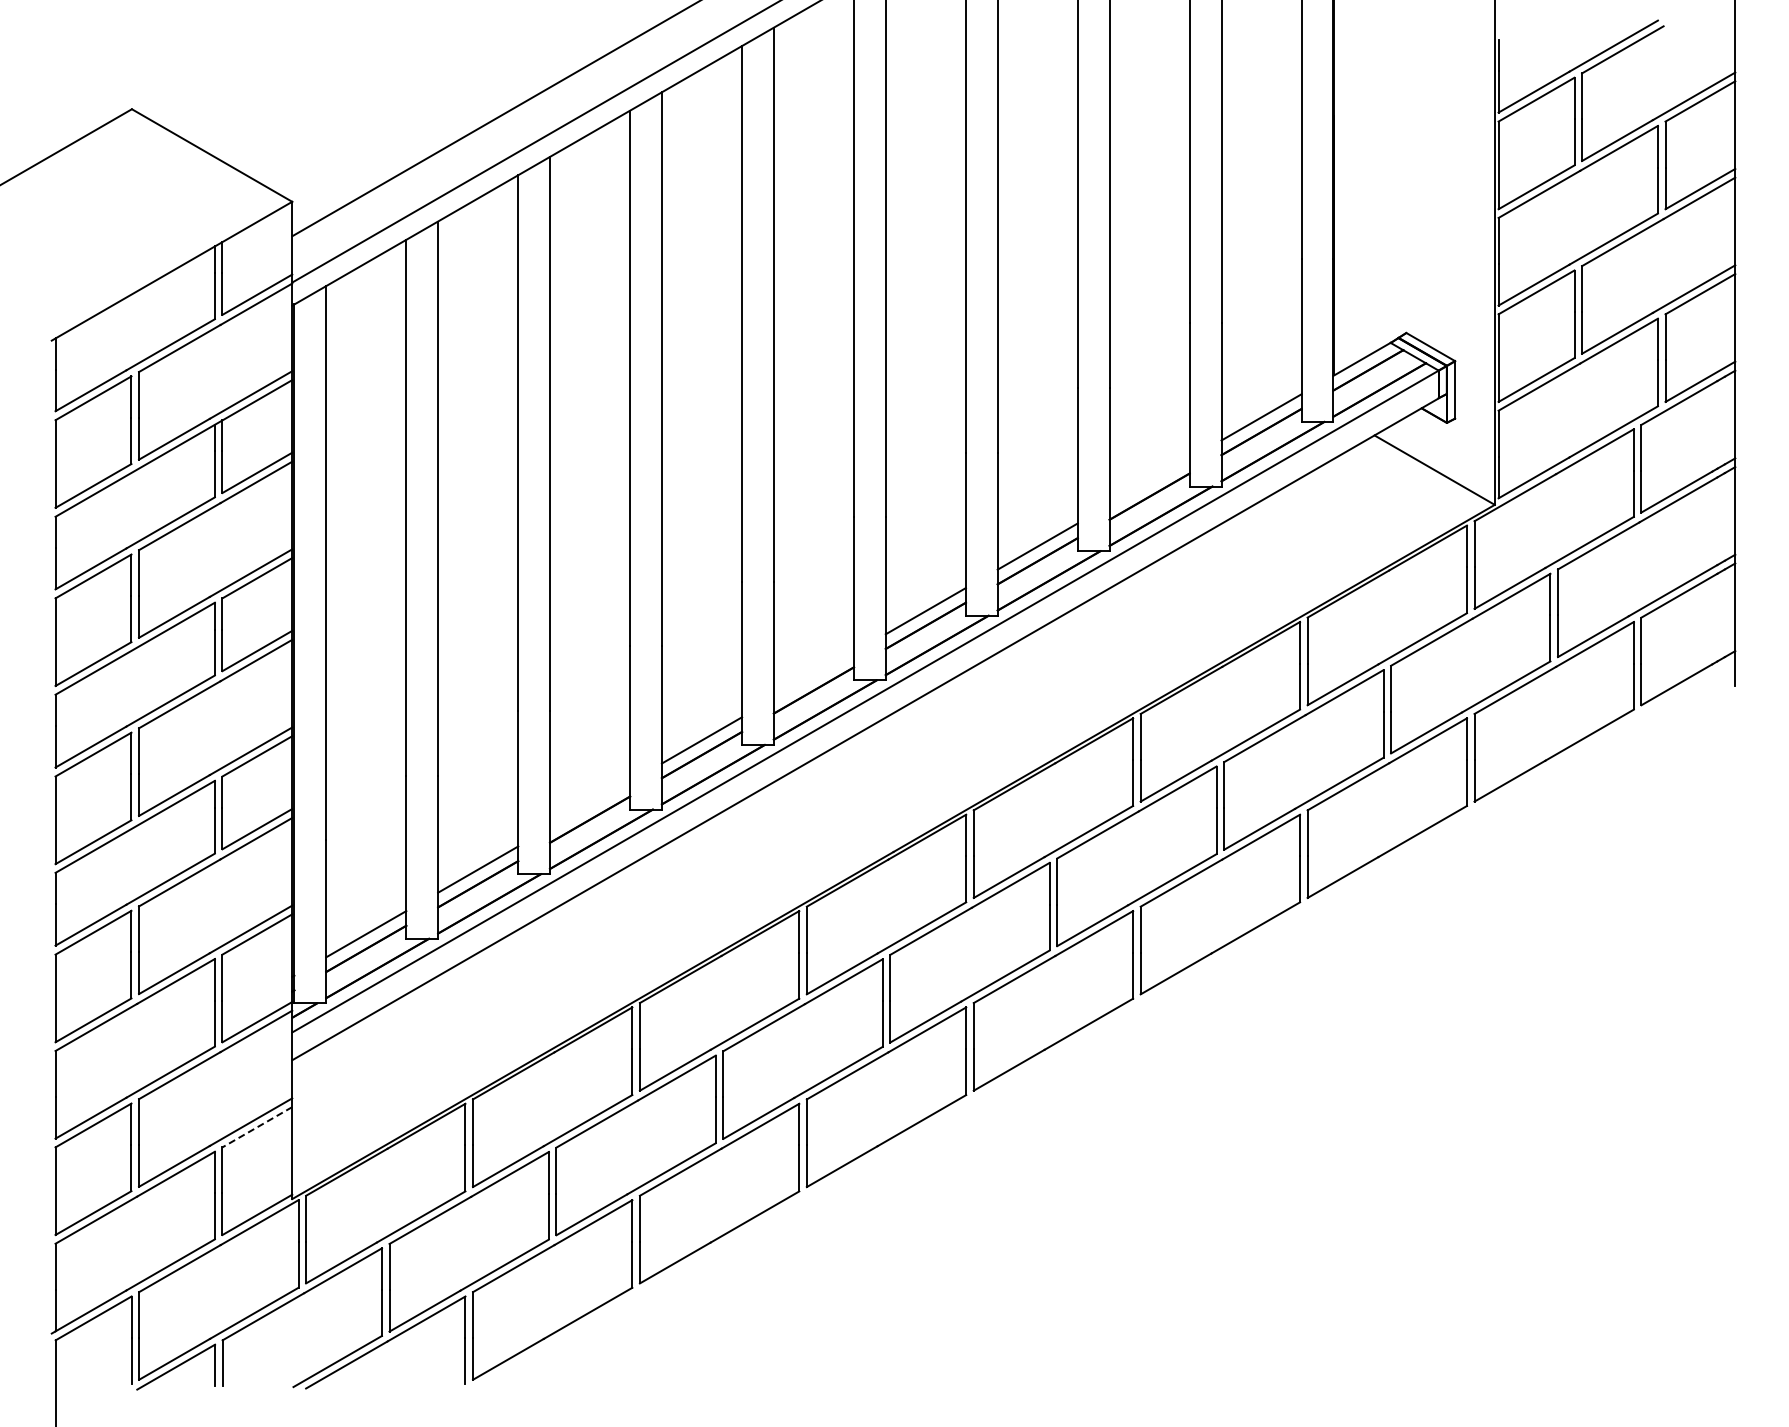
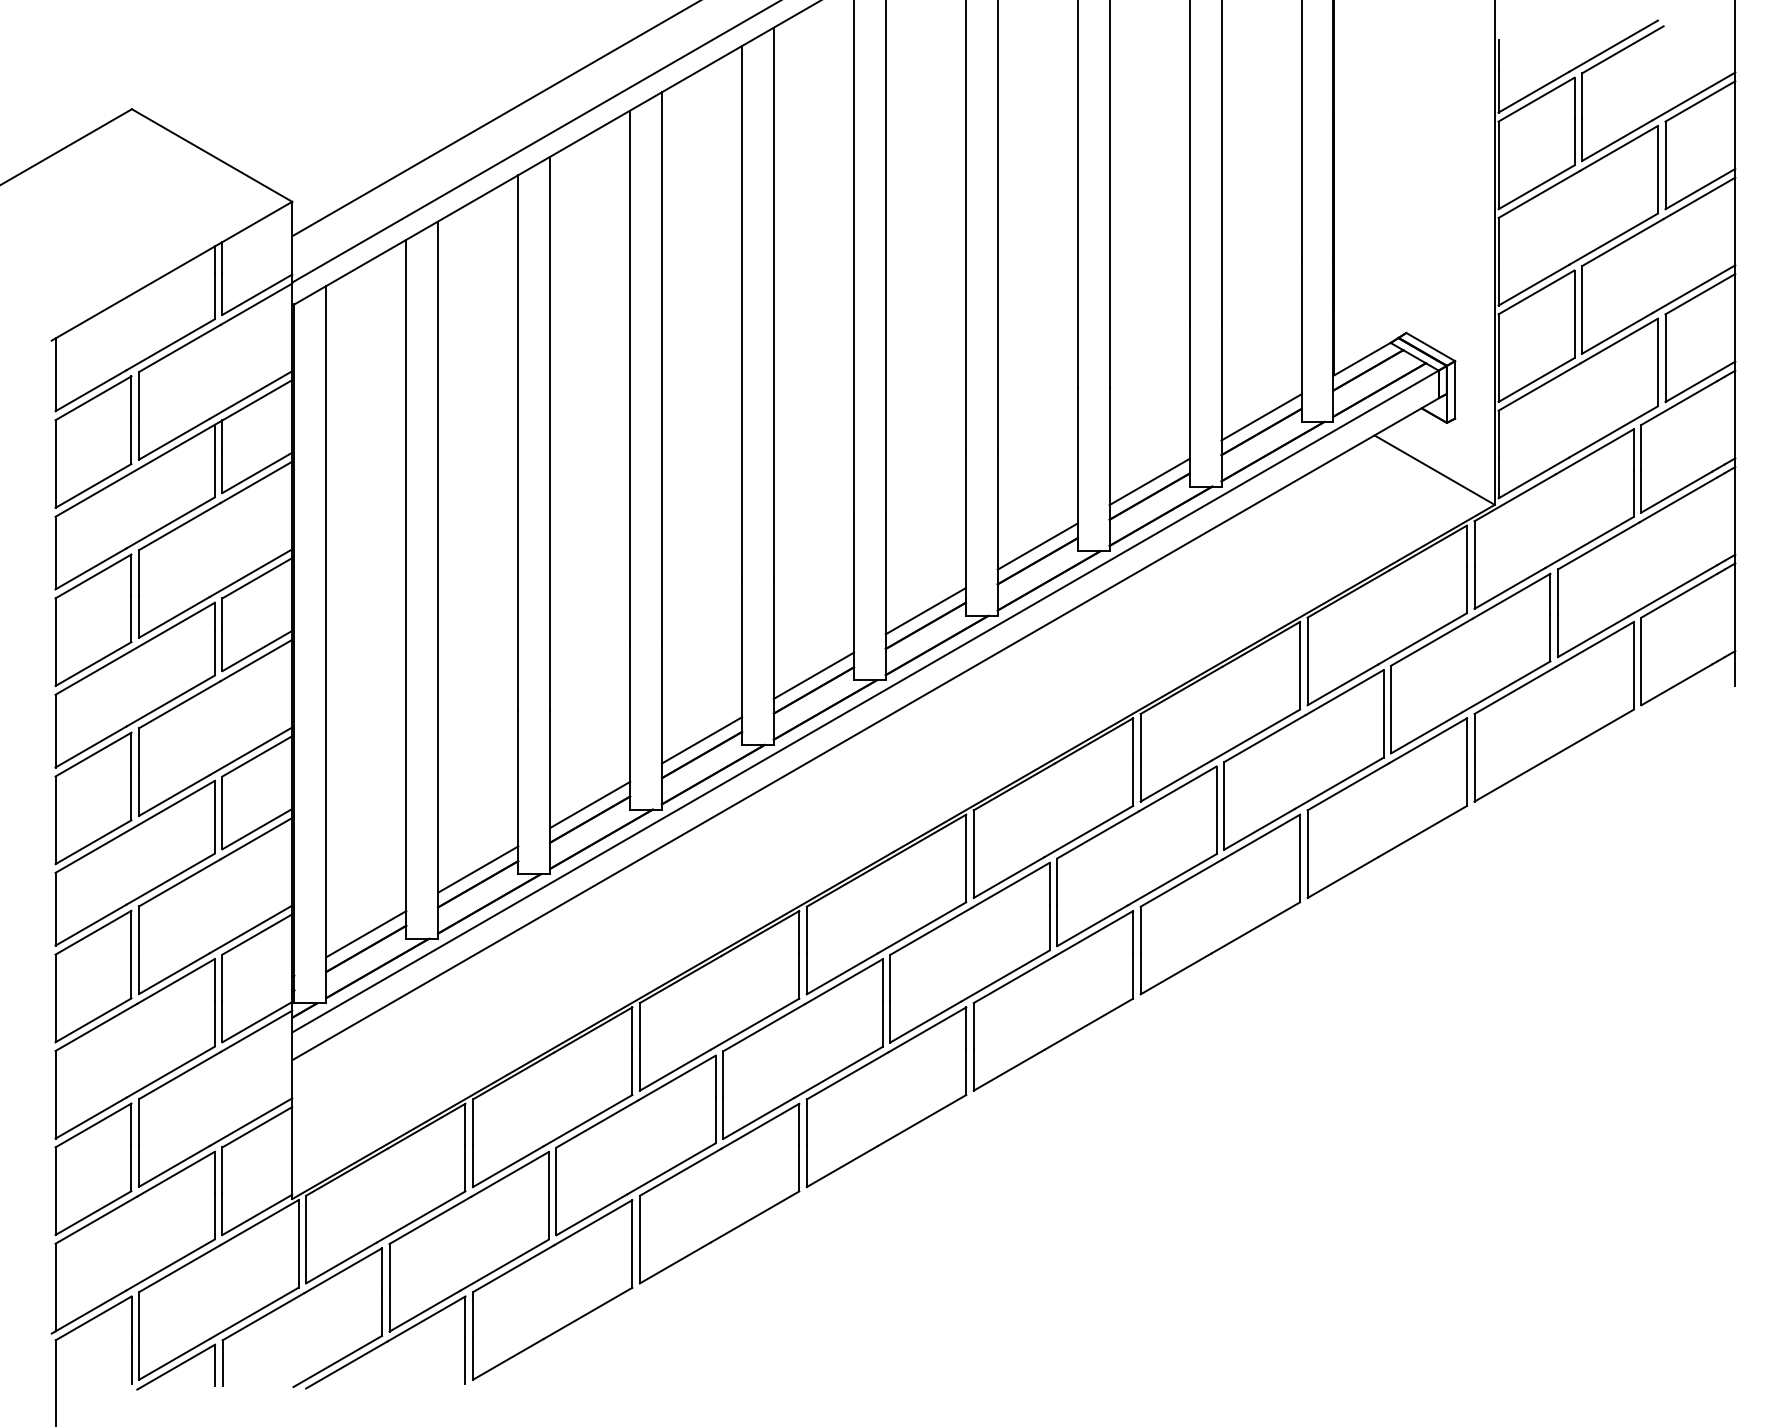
line at (1149, 481): none -> present
line at (813, 675): none -> present
line at (590, 804): none -> present
line at (256, 1127): dashed -> solid
